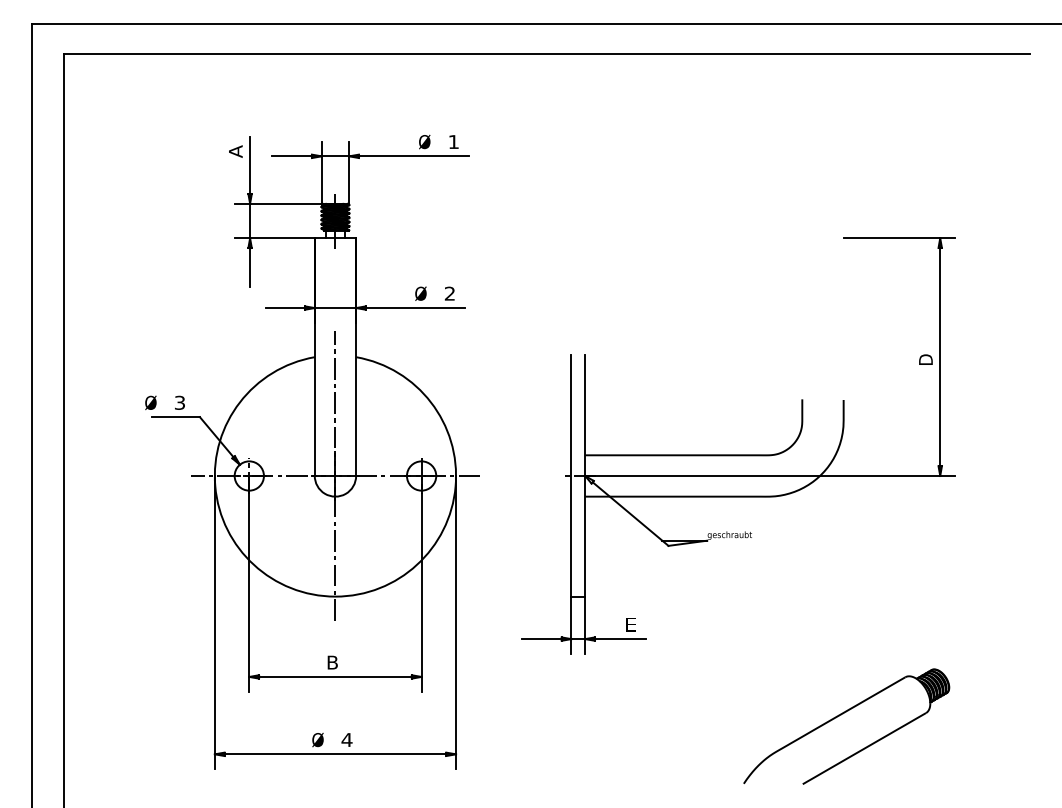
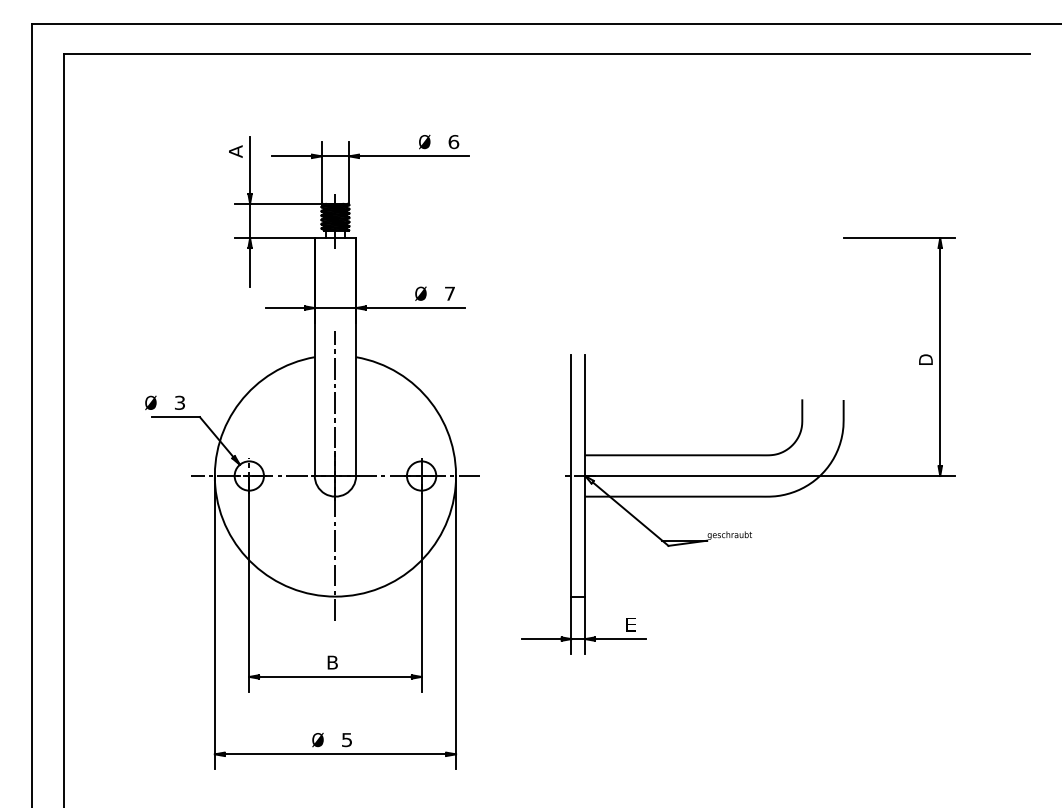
text at (453, 142): 1 -> 6
text at (449, 293): 2 -> 7
part at (841, 715): present -> none
text at (346, 740): 4 -> 5
